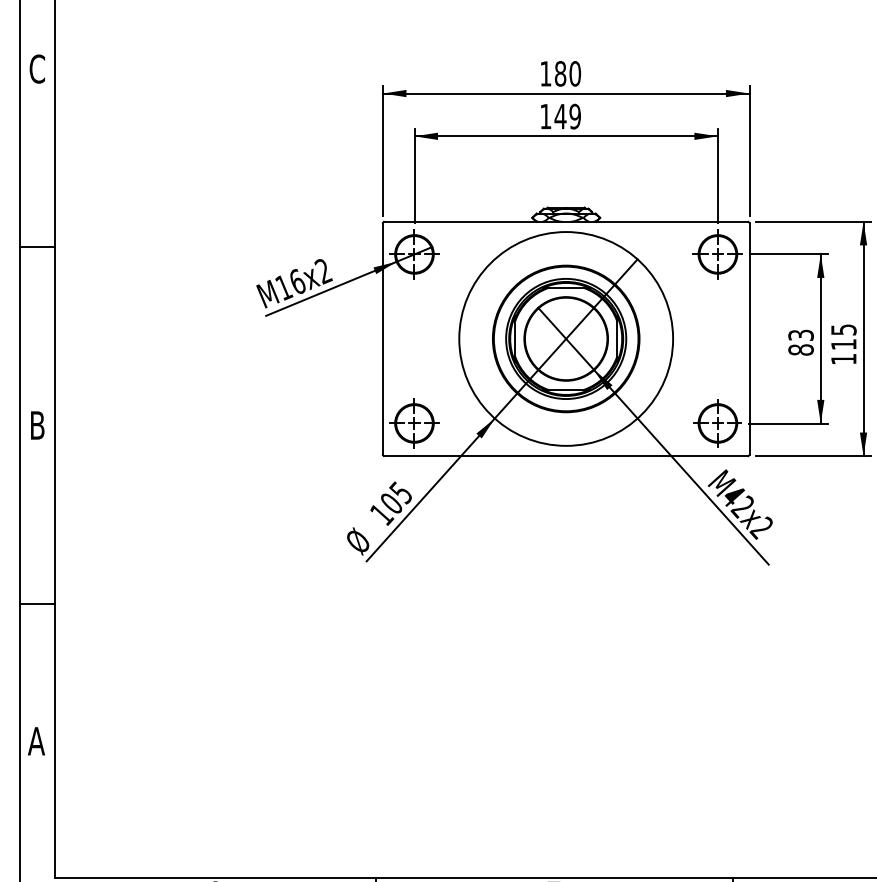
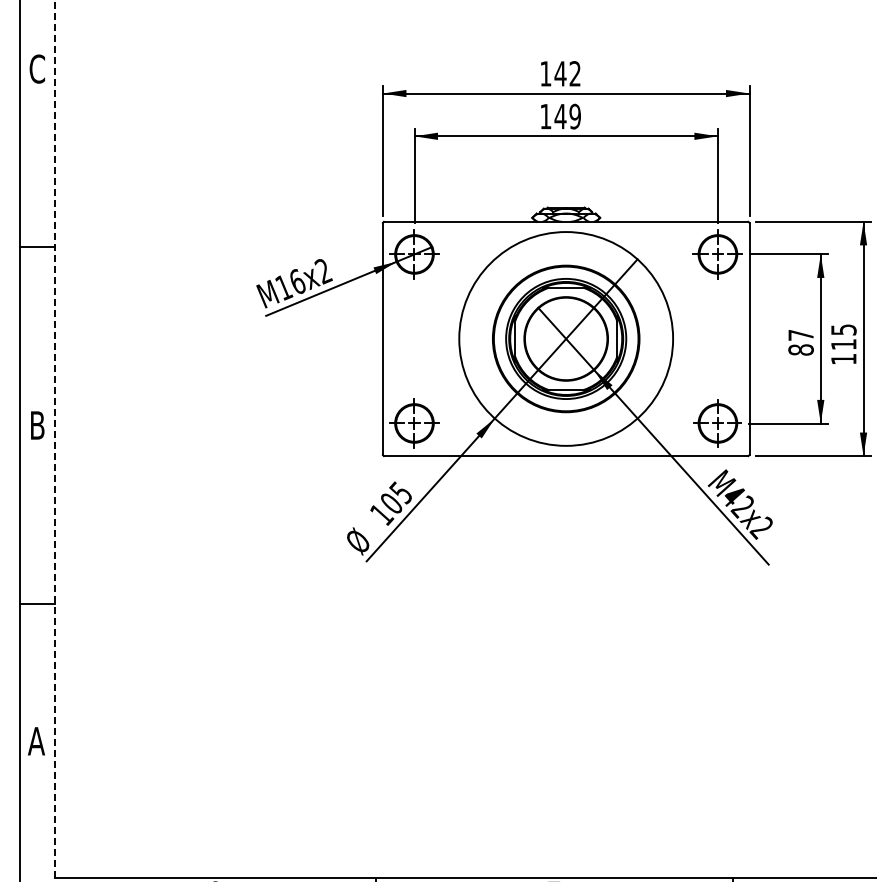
text at (567, 73): 180 -> 142
text at (800, 334): 83 -> 87
line at (55, 439): solid -> dashed
